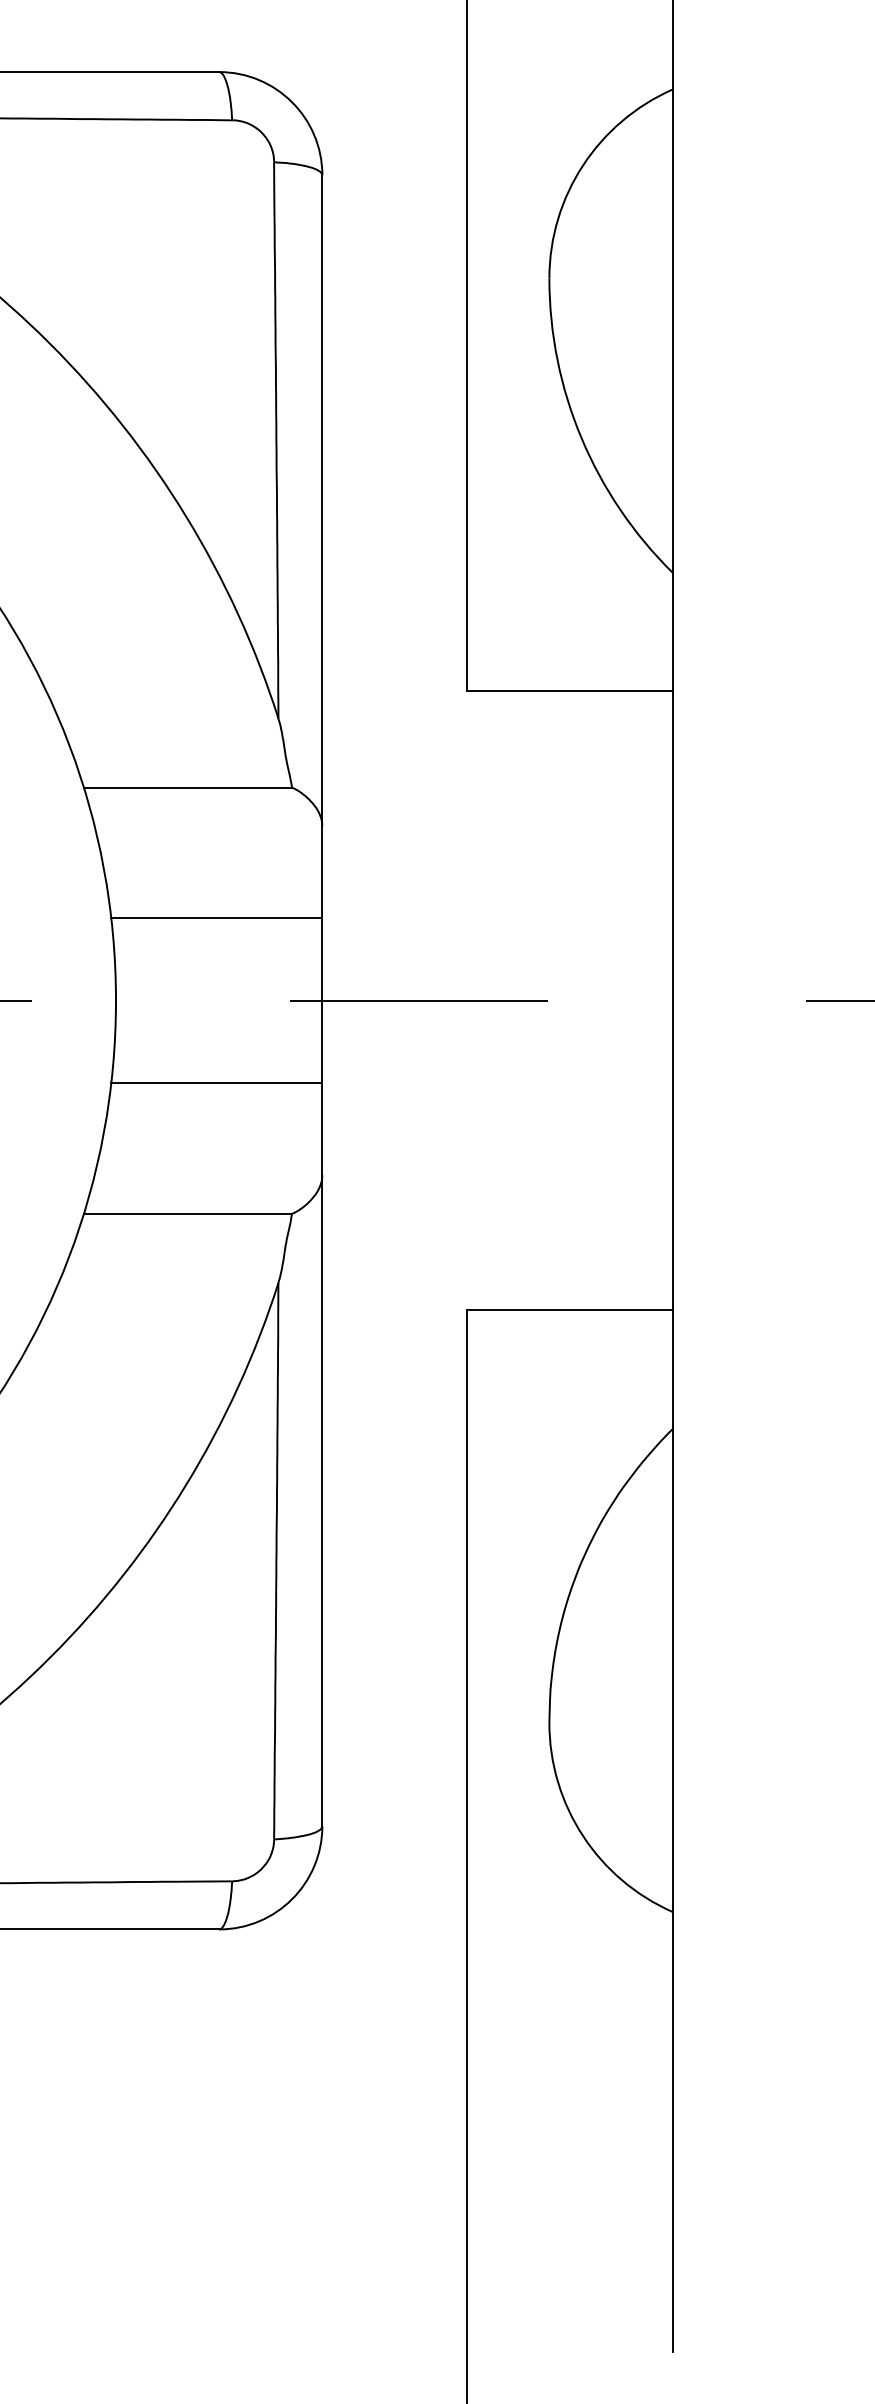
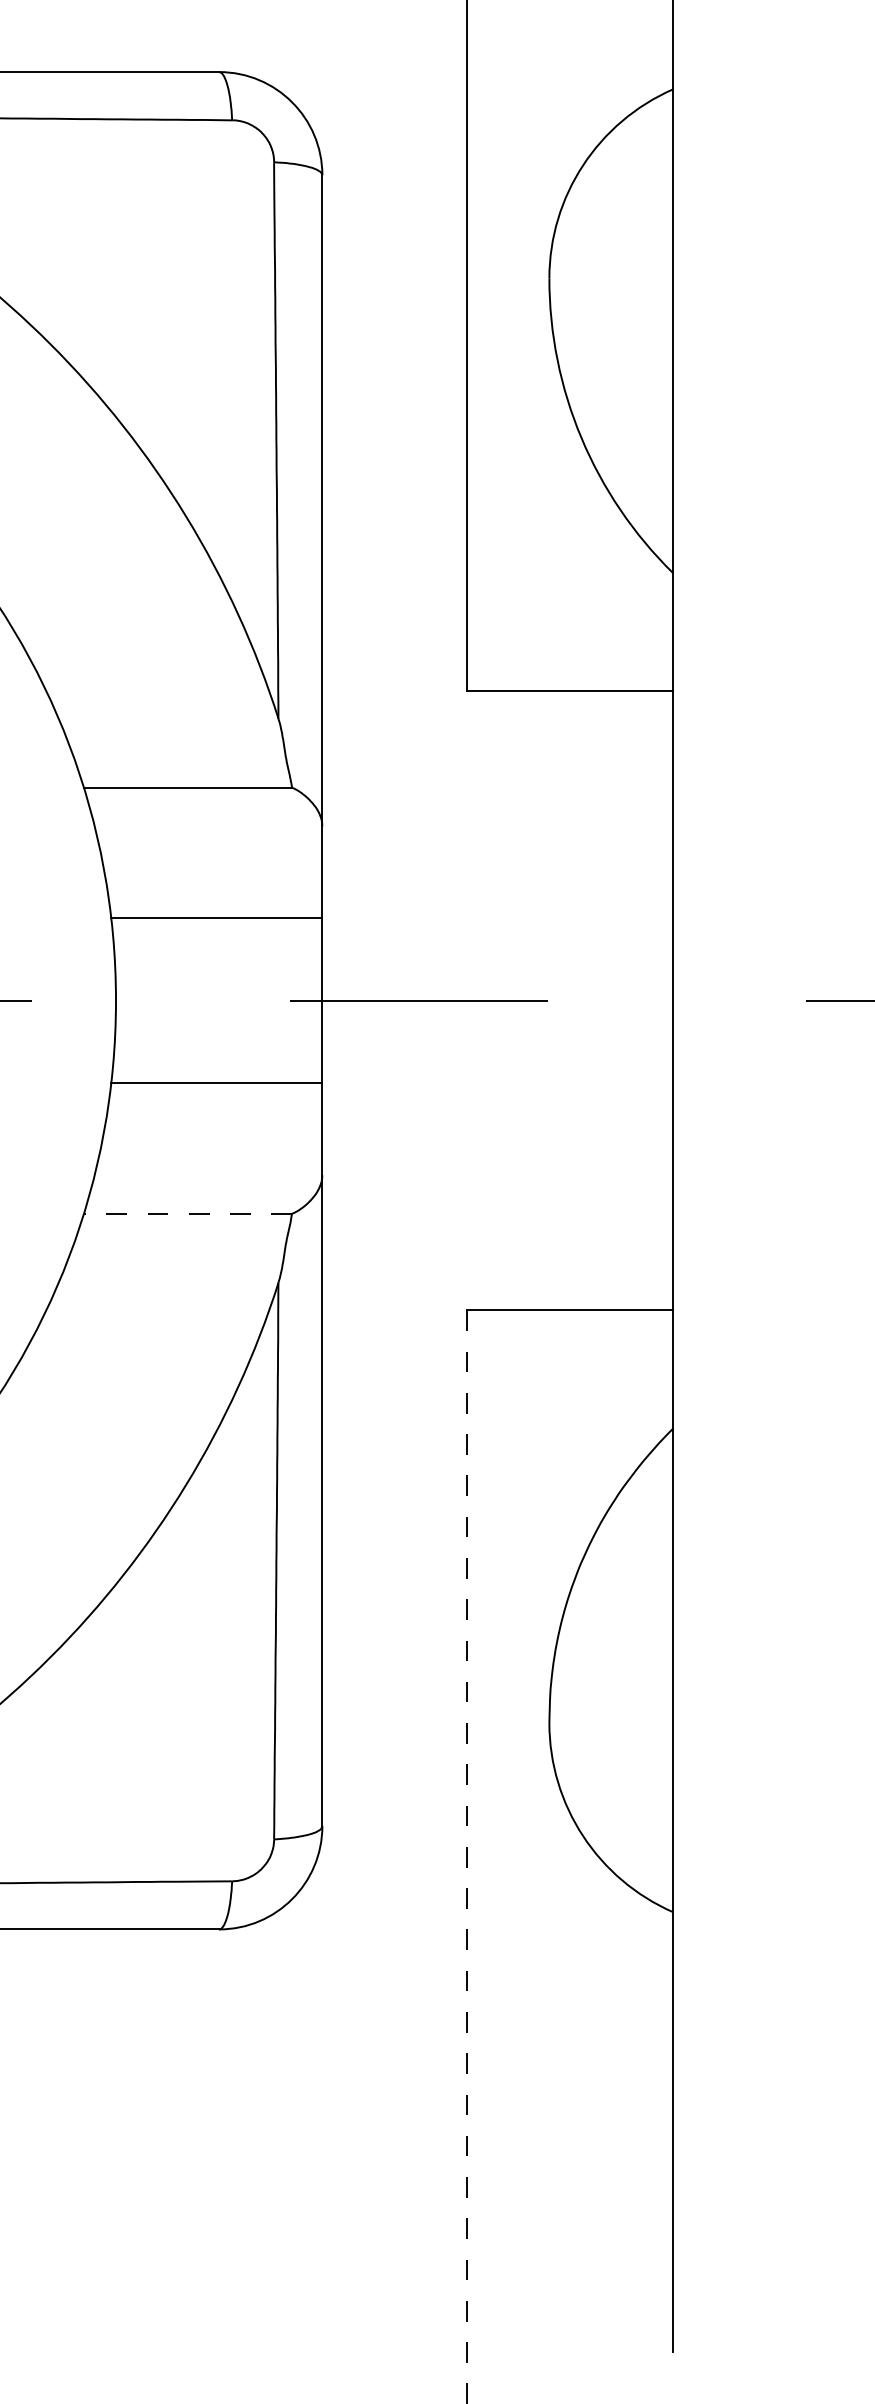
line at (187, 1213): solid -> dashed
line at (466, 1856): solid -> dashed
